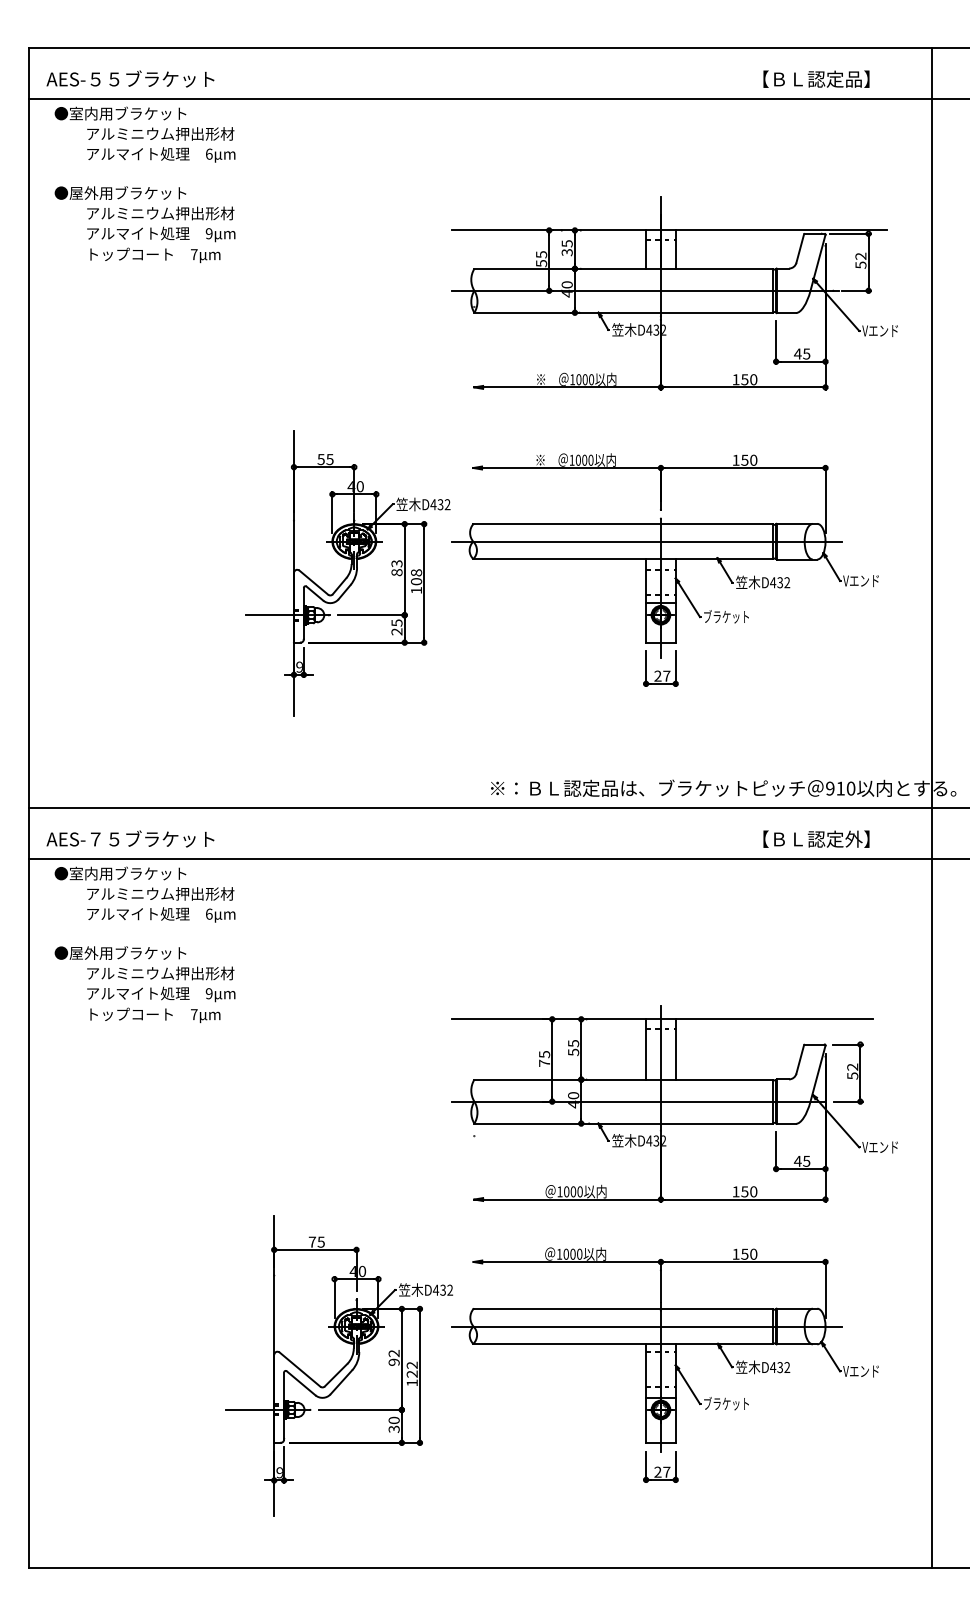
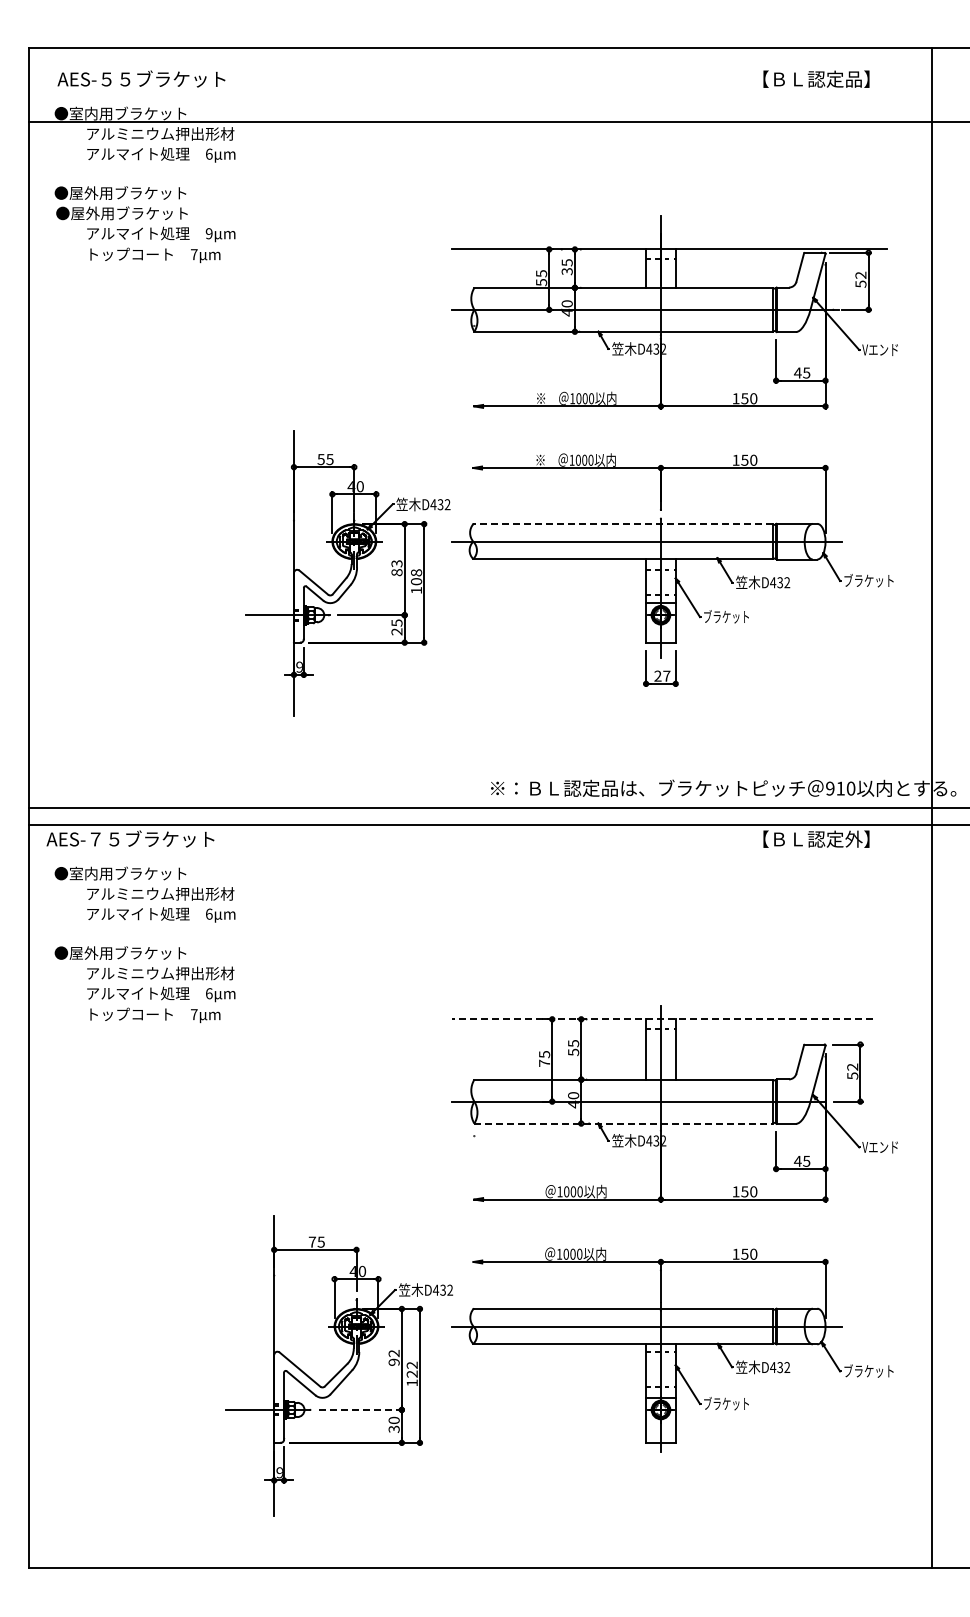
text at (130, 78) position: (130, 78) -> (141, 78)
line at (497, 99) position: (497, 99) -> (497, 122)
text at (145, 213): アルミニウム押出形材 -> ●屋外用ブラケット
part at (674, 293) position: (674, 293) -> (674, 312)
line at (623, 524): solid -> dashed
text at (868, 580): Vエンド -> ブラケット
line at (497, 859) position: (497, 859) -> (497, 825)
text at (208, 993): 9 -> 6
line at (662, 1019): solid -> dashed
line at (624, 1123): solid -> dashed
text at (868, 1370): Vエンド -> ブラケット
line at (362, 1409): solid -> dashed
part at (660, 1466): present -> none
